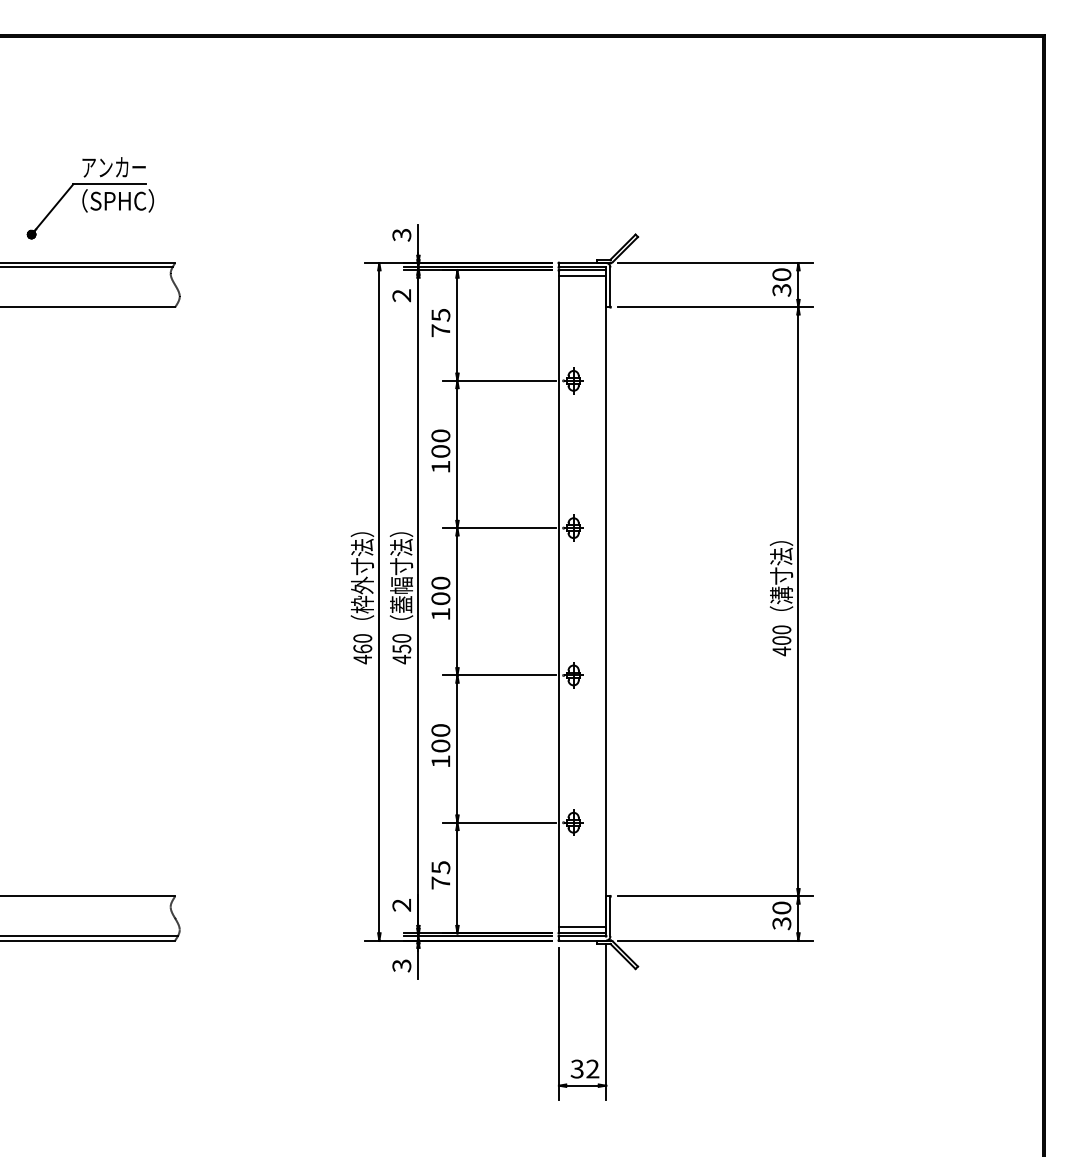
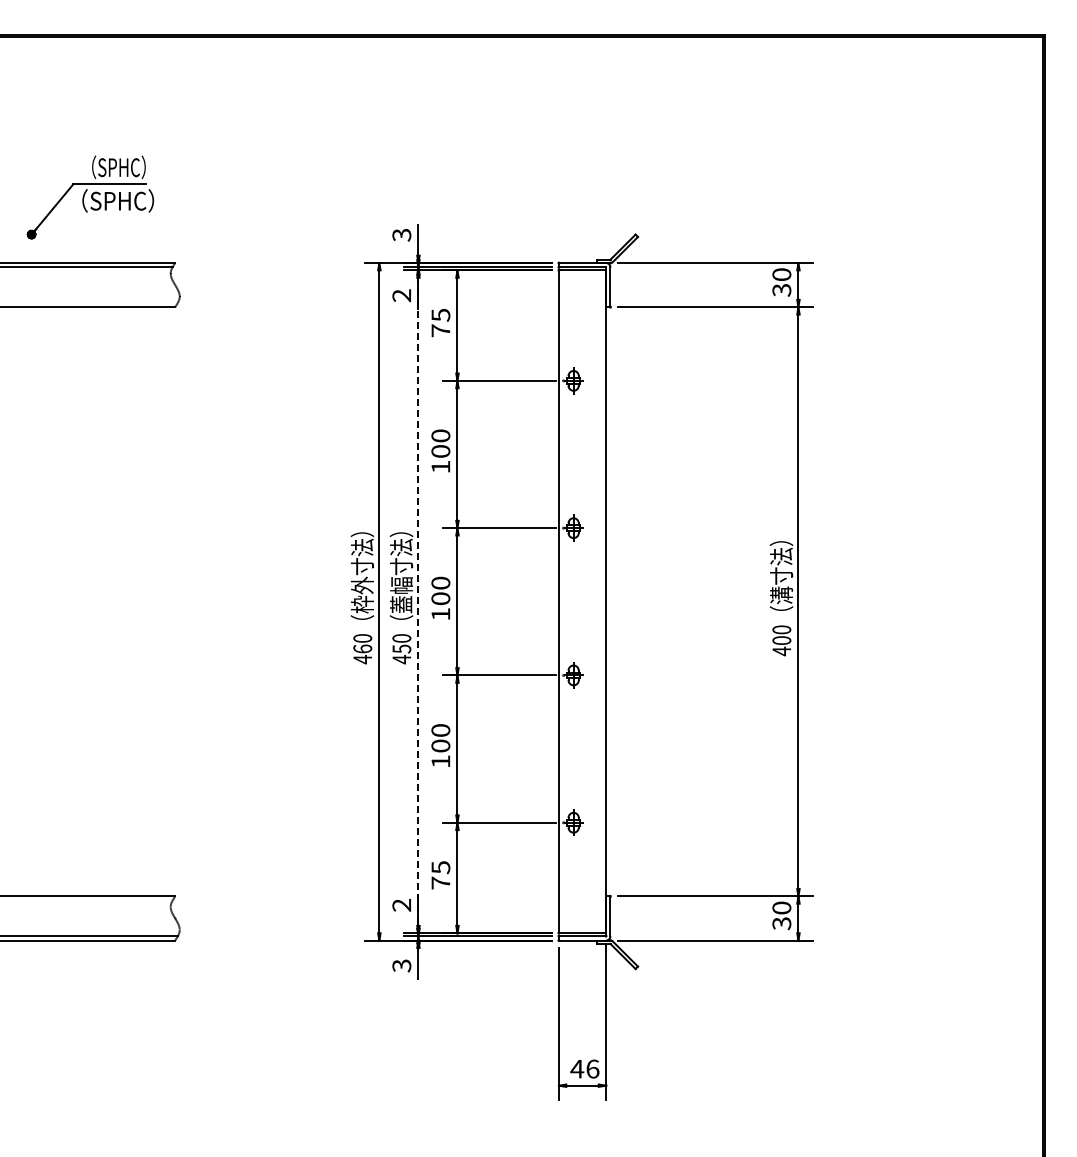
text at (113, 166): アンカー -> （SPHC）
line at (582, 276): present -> none
line at (418, 602): solid -> dashed
line at (582, 927): present -> none
text at (584, 1068): 32 -> 46
